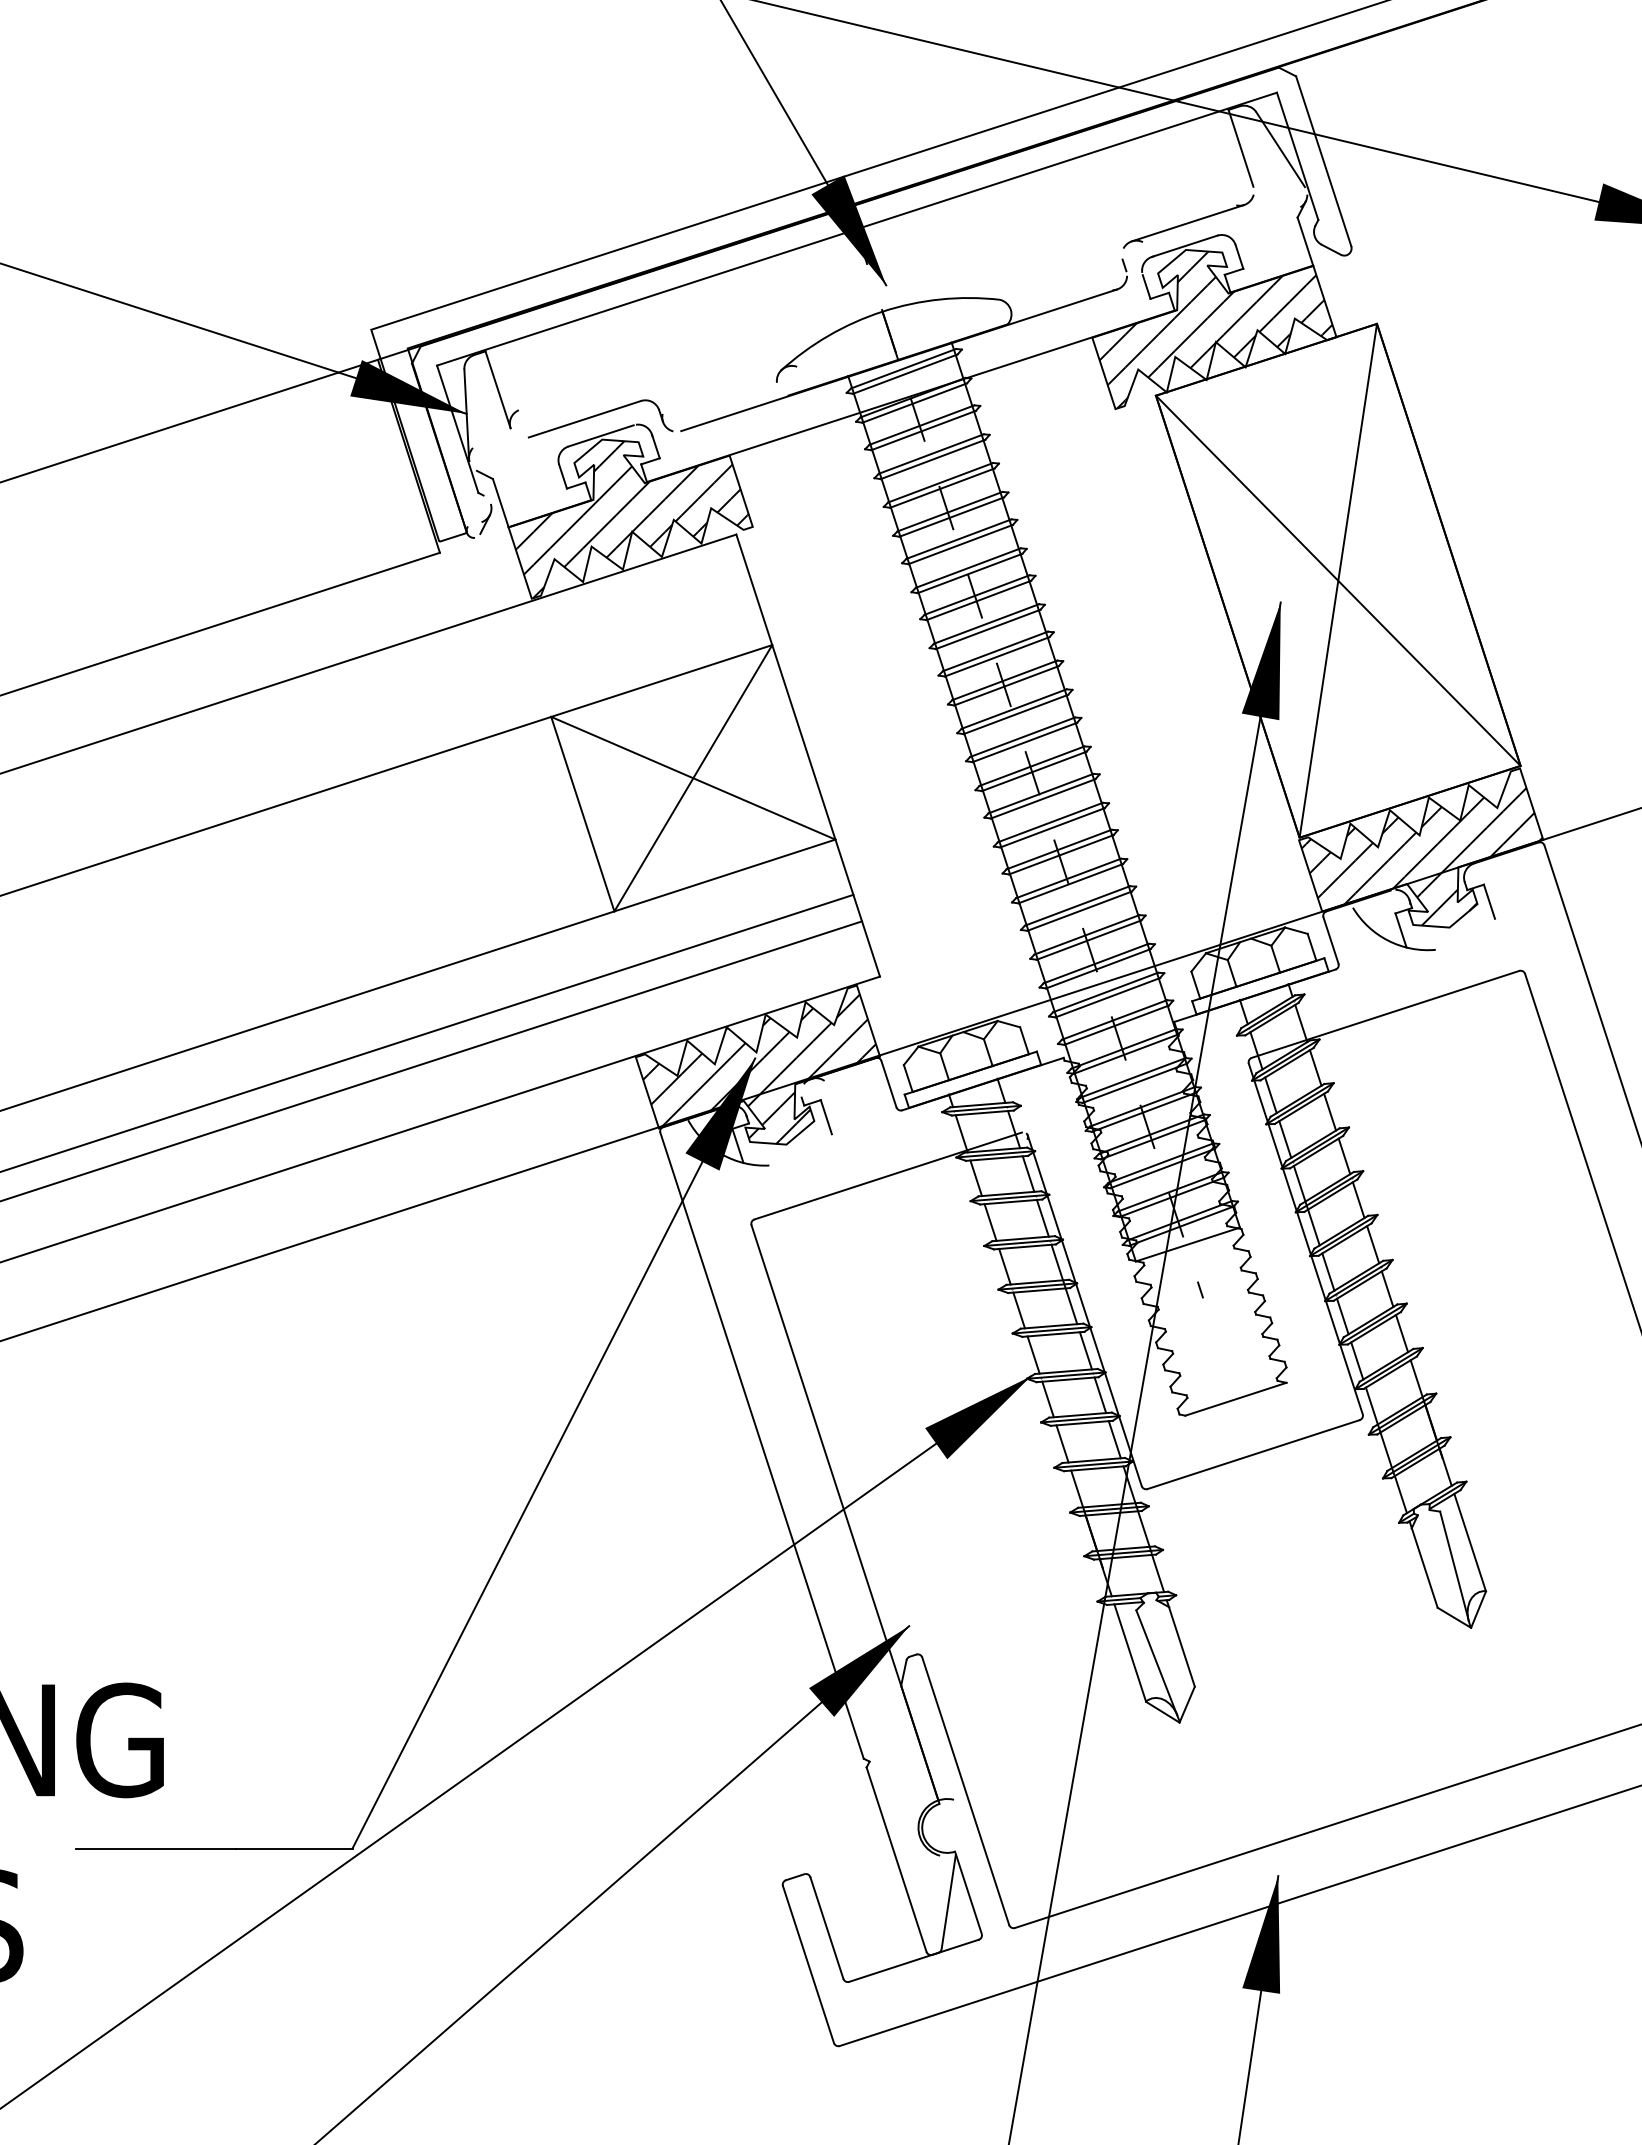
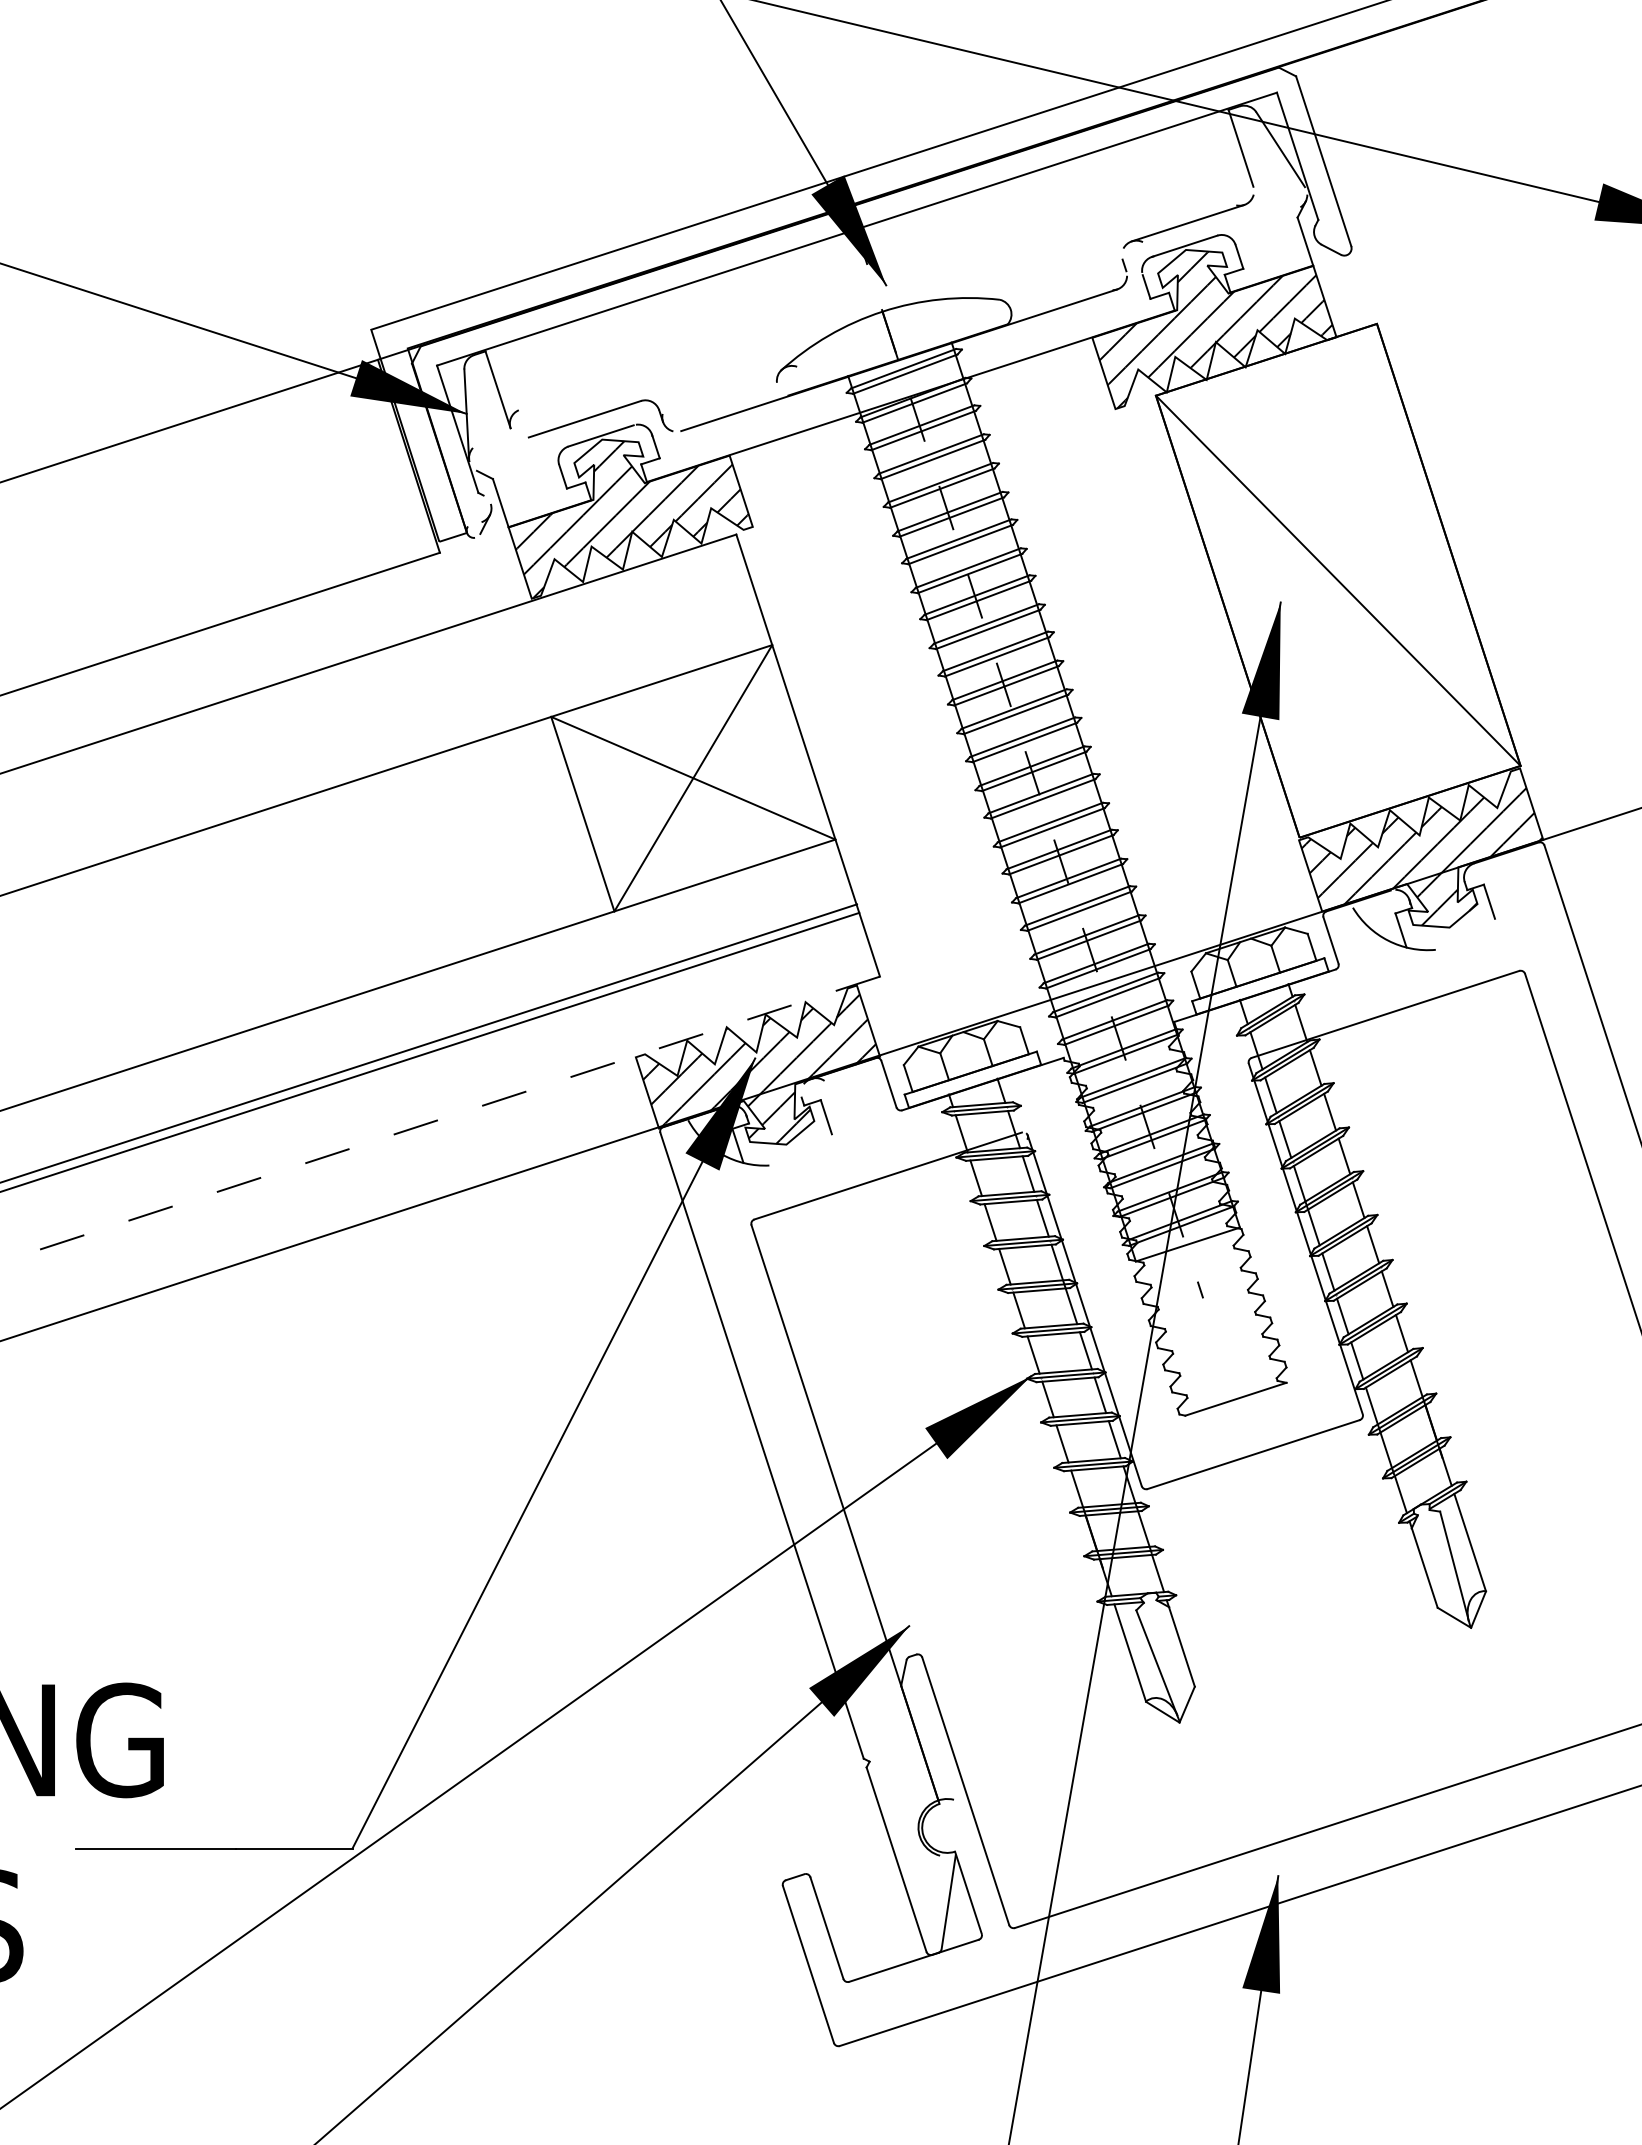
line at (1338, 580): present -> none
line at (427, 1032) position: (427, 1032) -> (430, 1051)
line at (432, 1060) position: (432, 1060) -> (429, 1043)
line at (439, 1119): solid -> dashed
